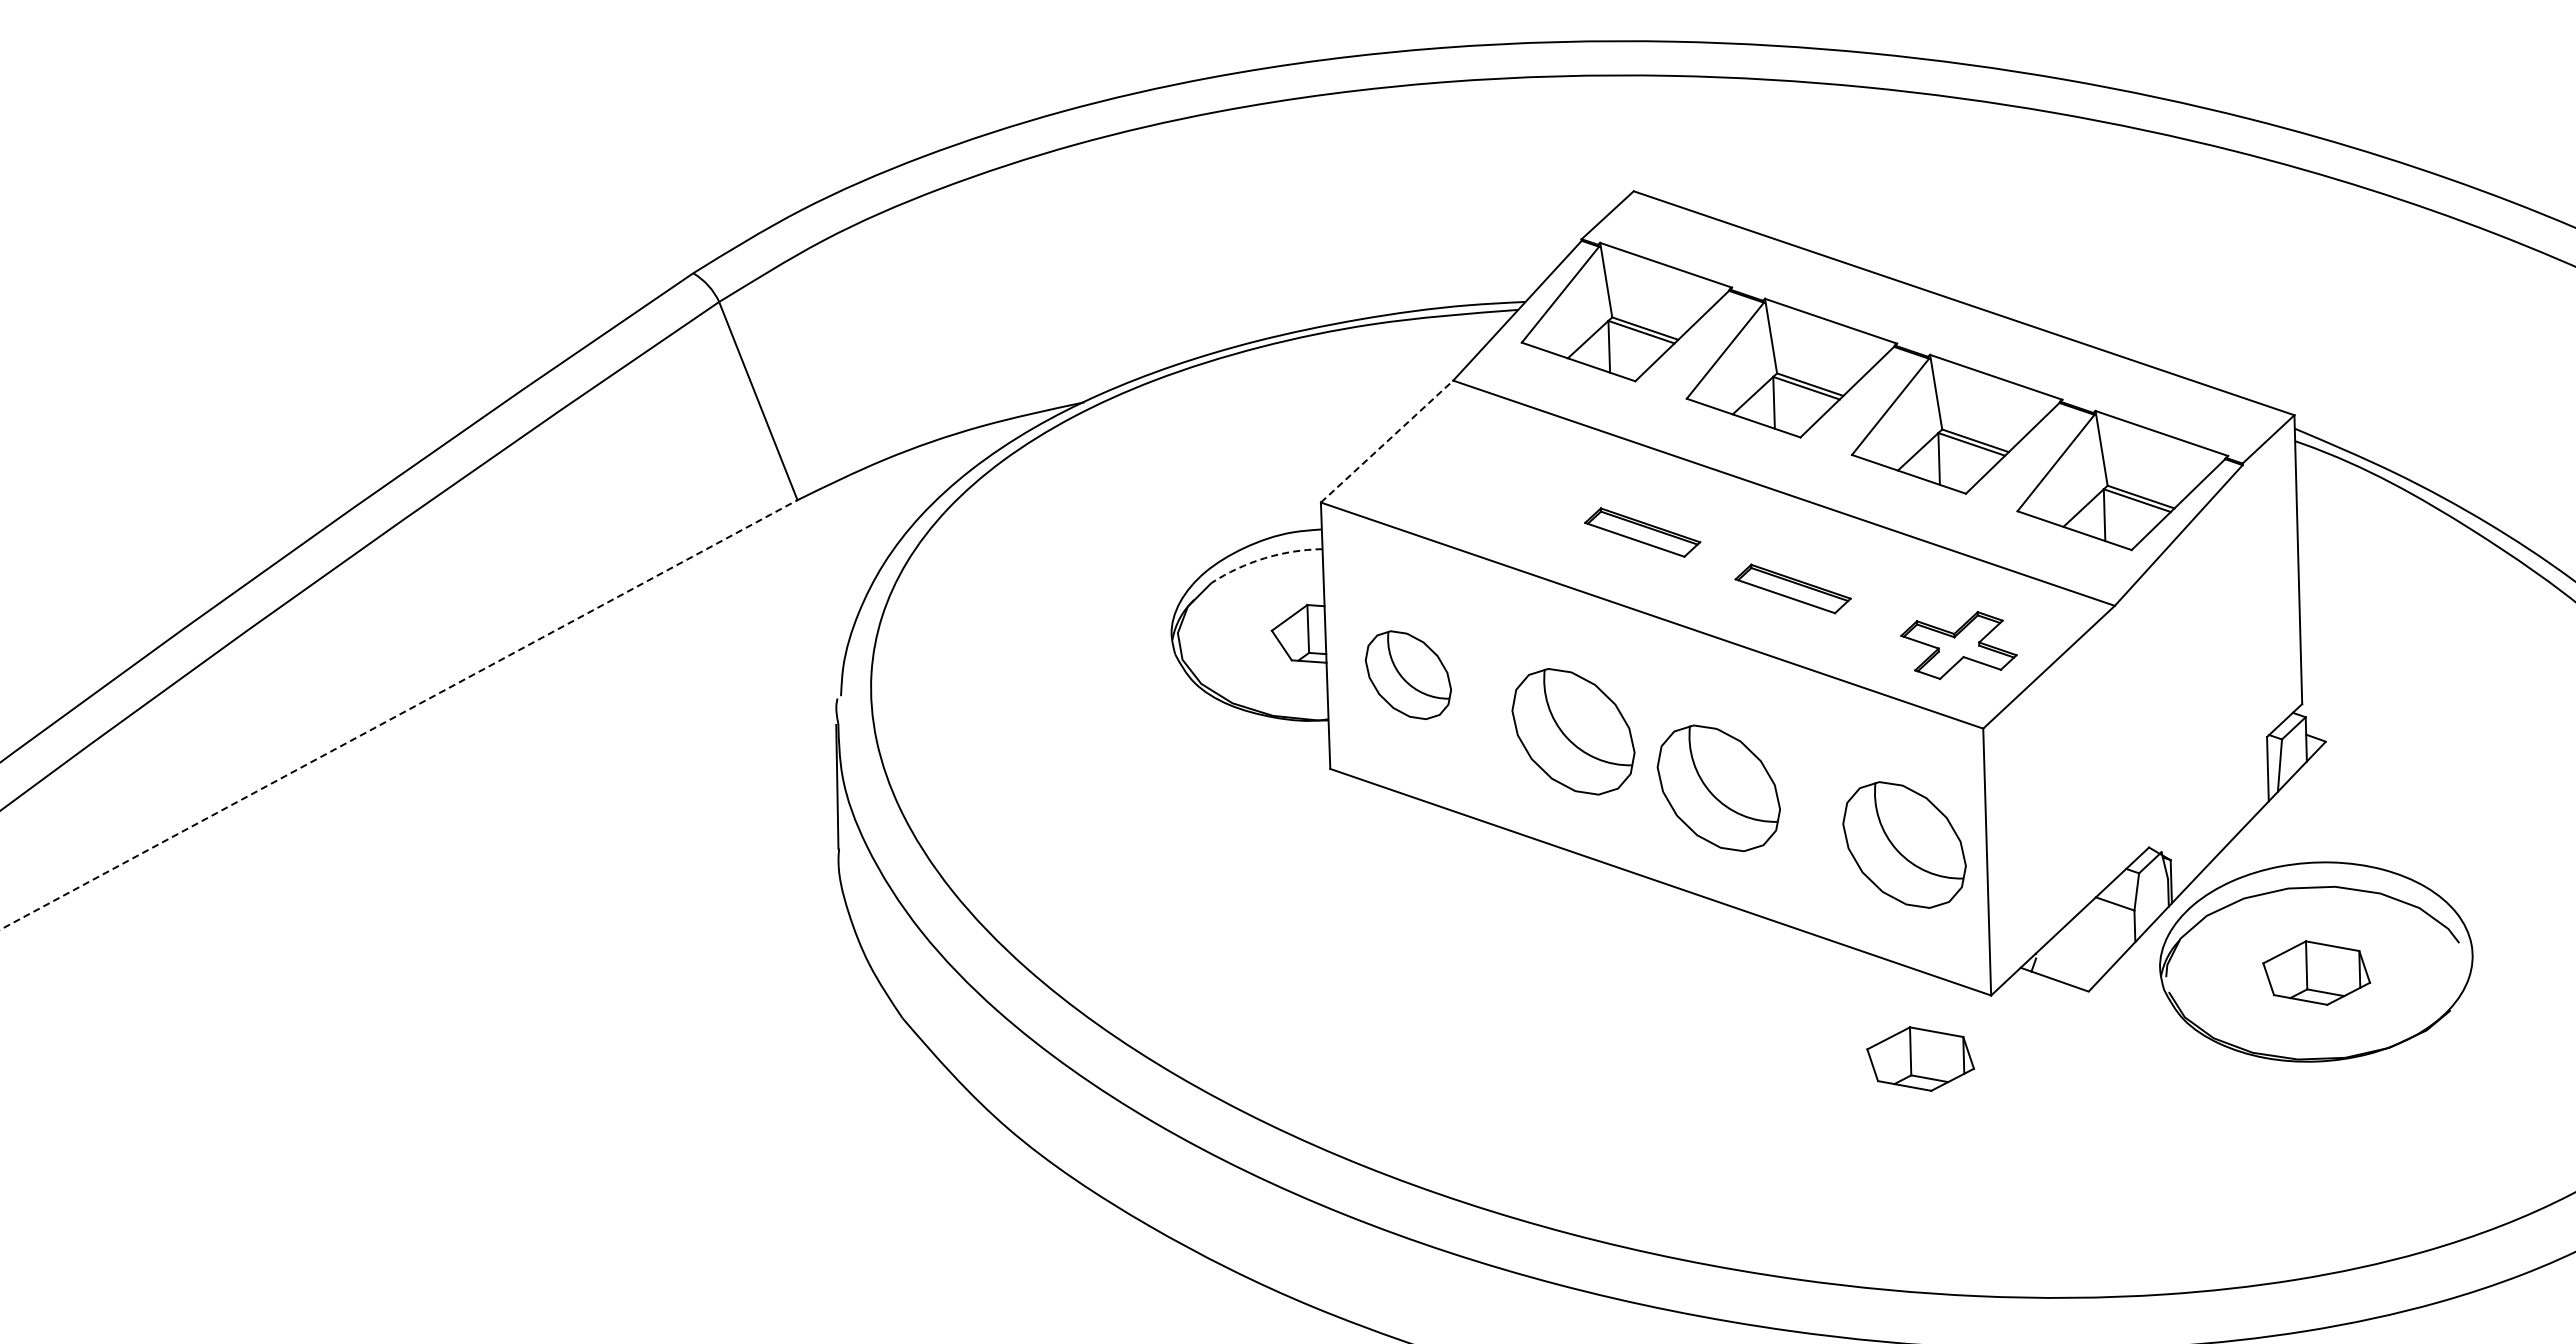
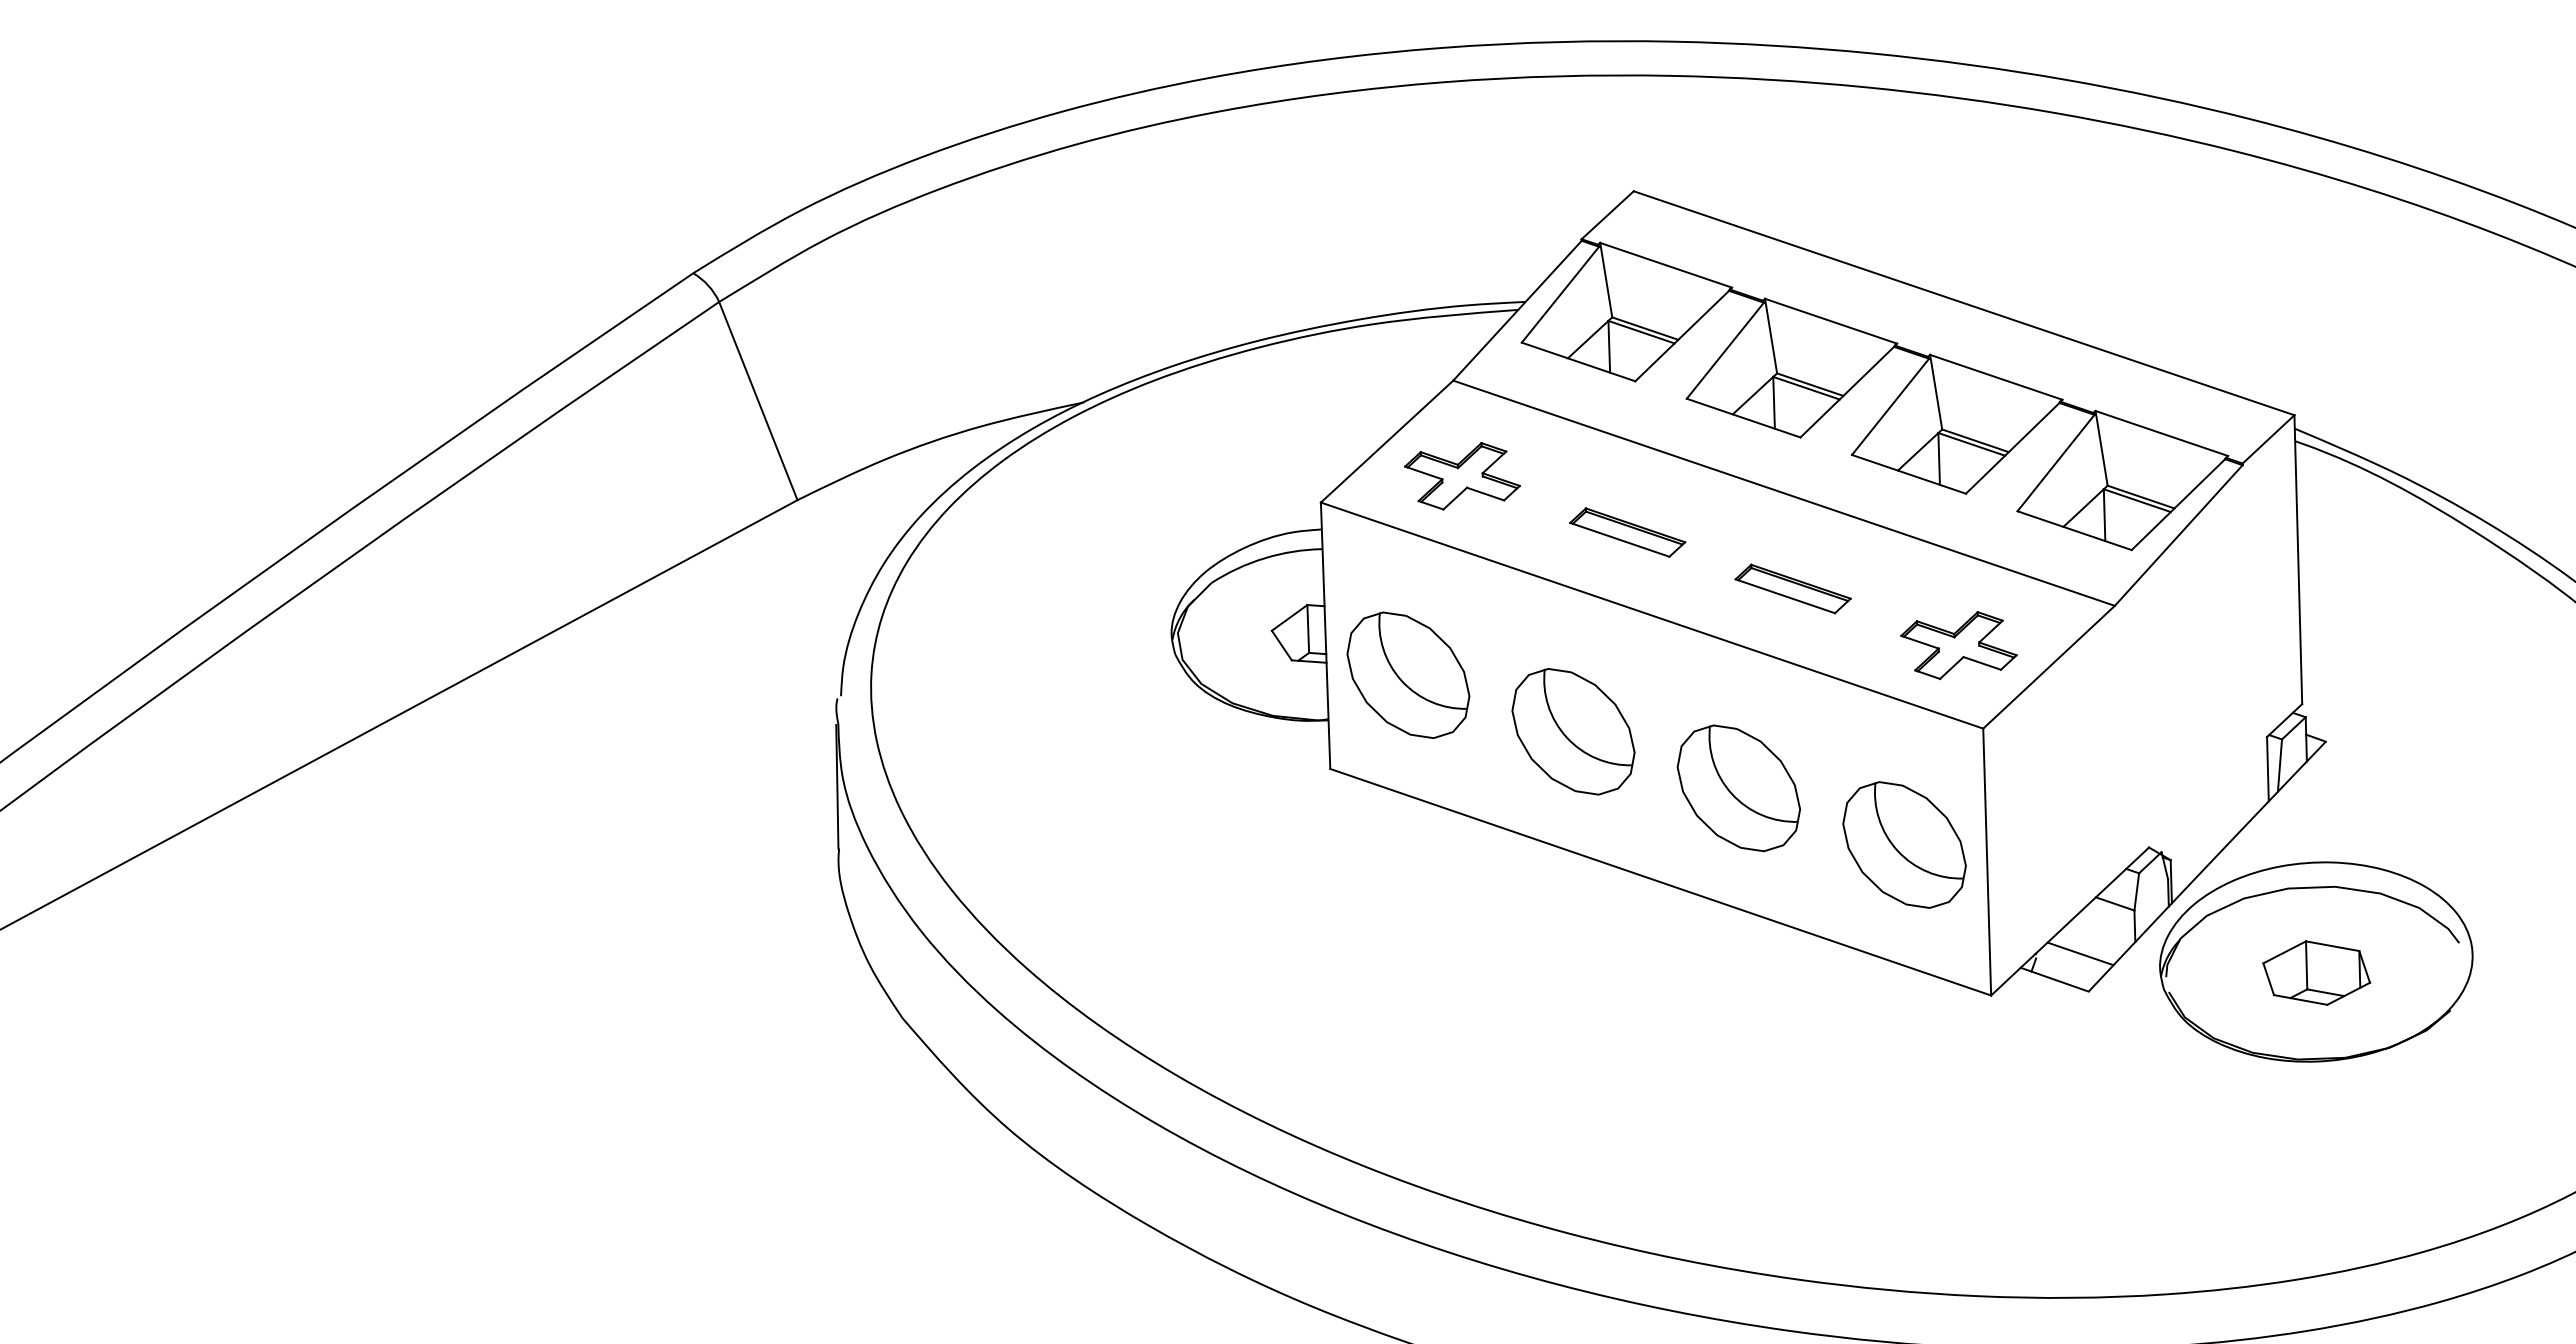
line at (1387, 441): dashed -> solid
part at (1462, 476): none -> present
part at (1642, 532) position: (1642, 532) -> (1627, 532)
arc at (1264, 558): dashed -> solid
part at (1407, 674) size: 88x90 px -> 125x128 px
line at (398, 714): dashed -> solid
part at (1718, 788) position: (1718, 788) -> (1738, 788)
line at (2080, 953): none -> present
part at (1920, 1058): present -> none
